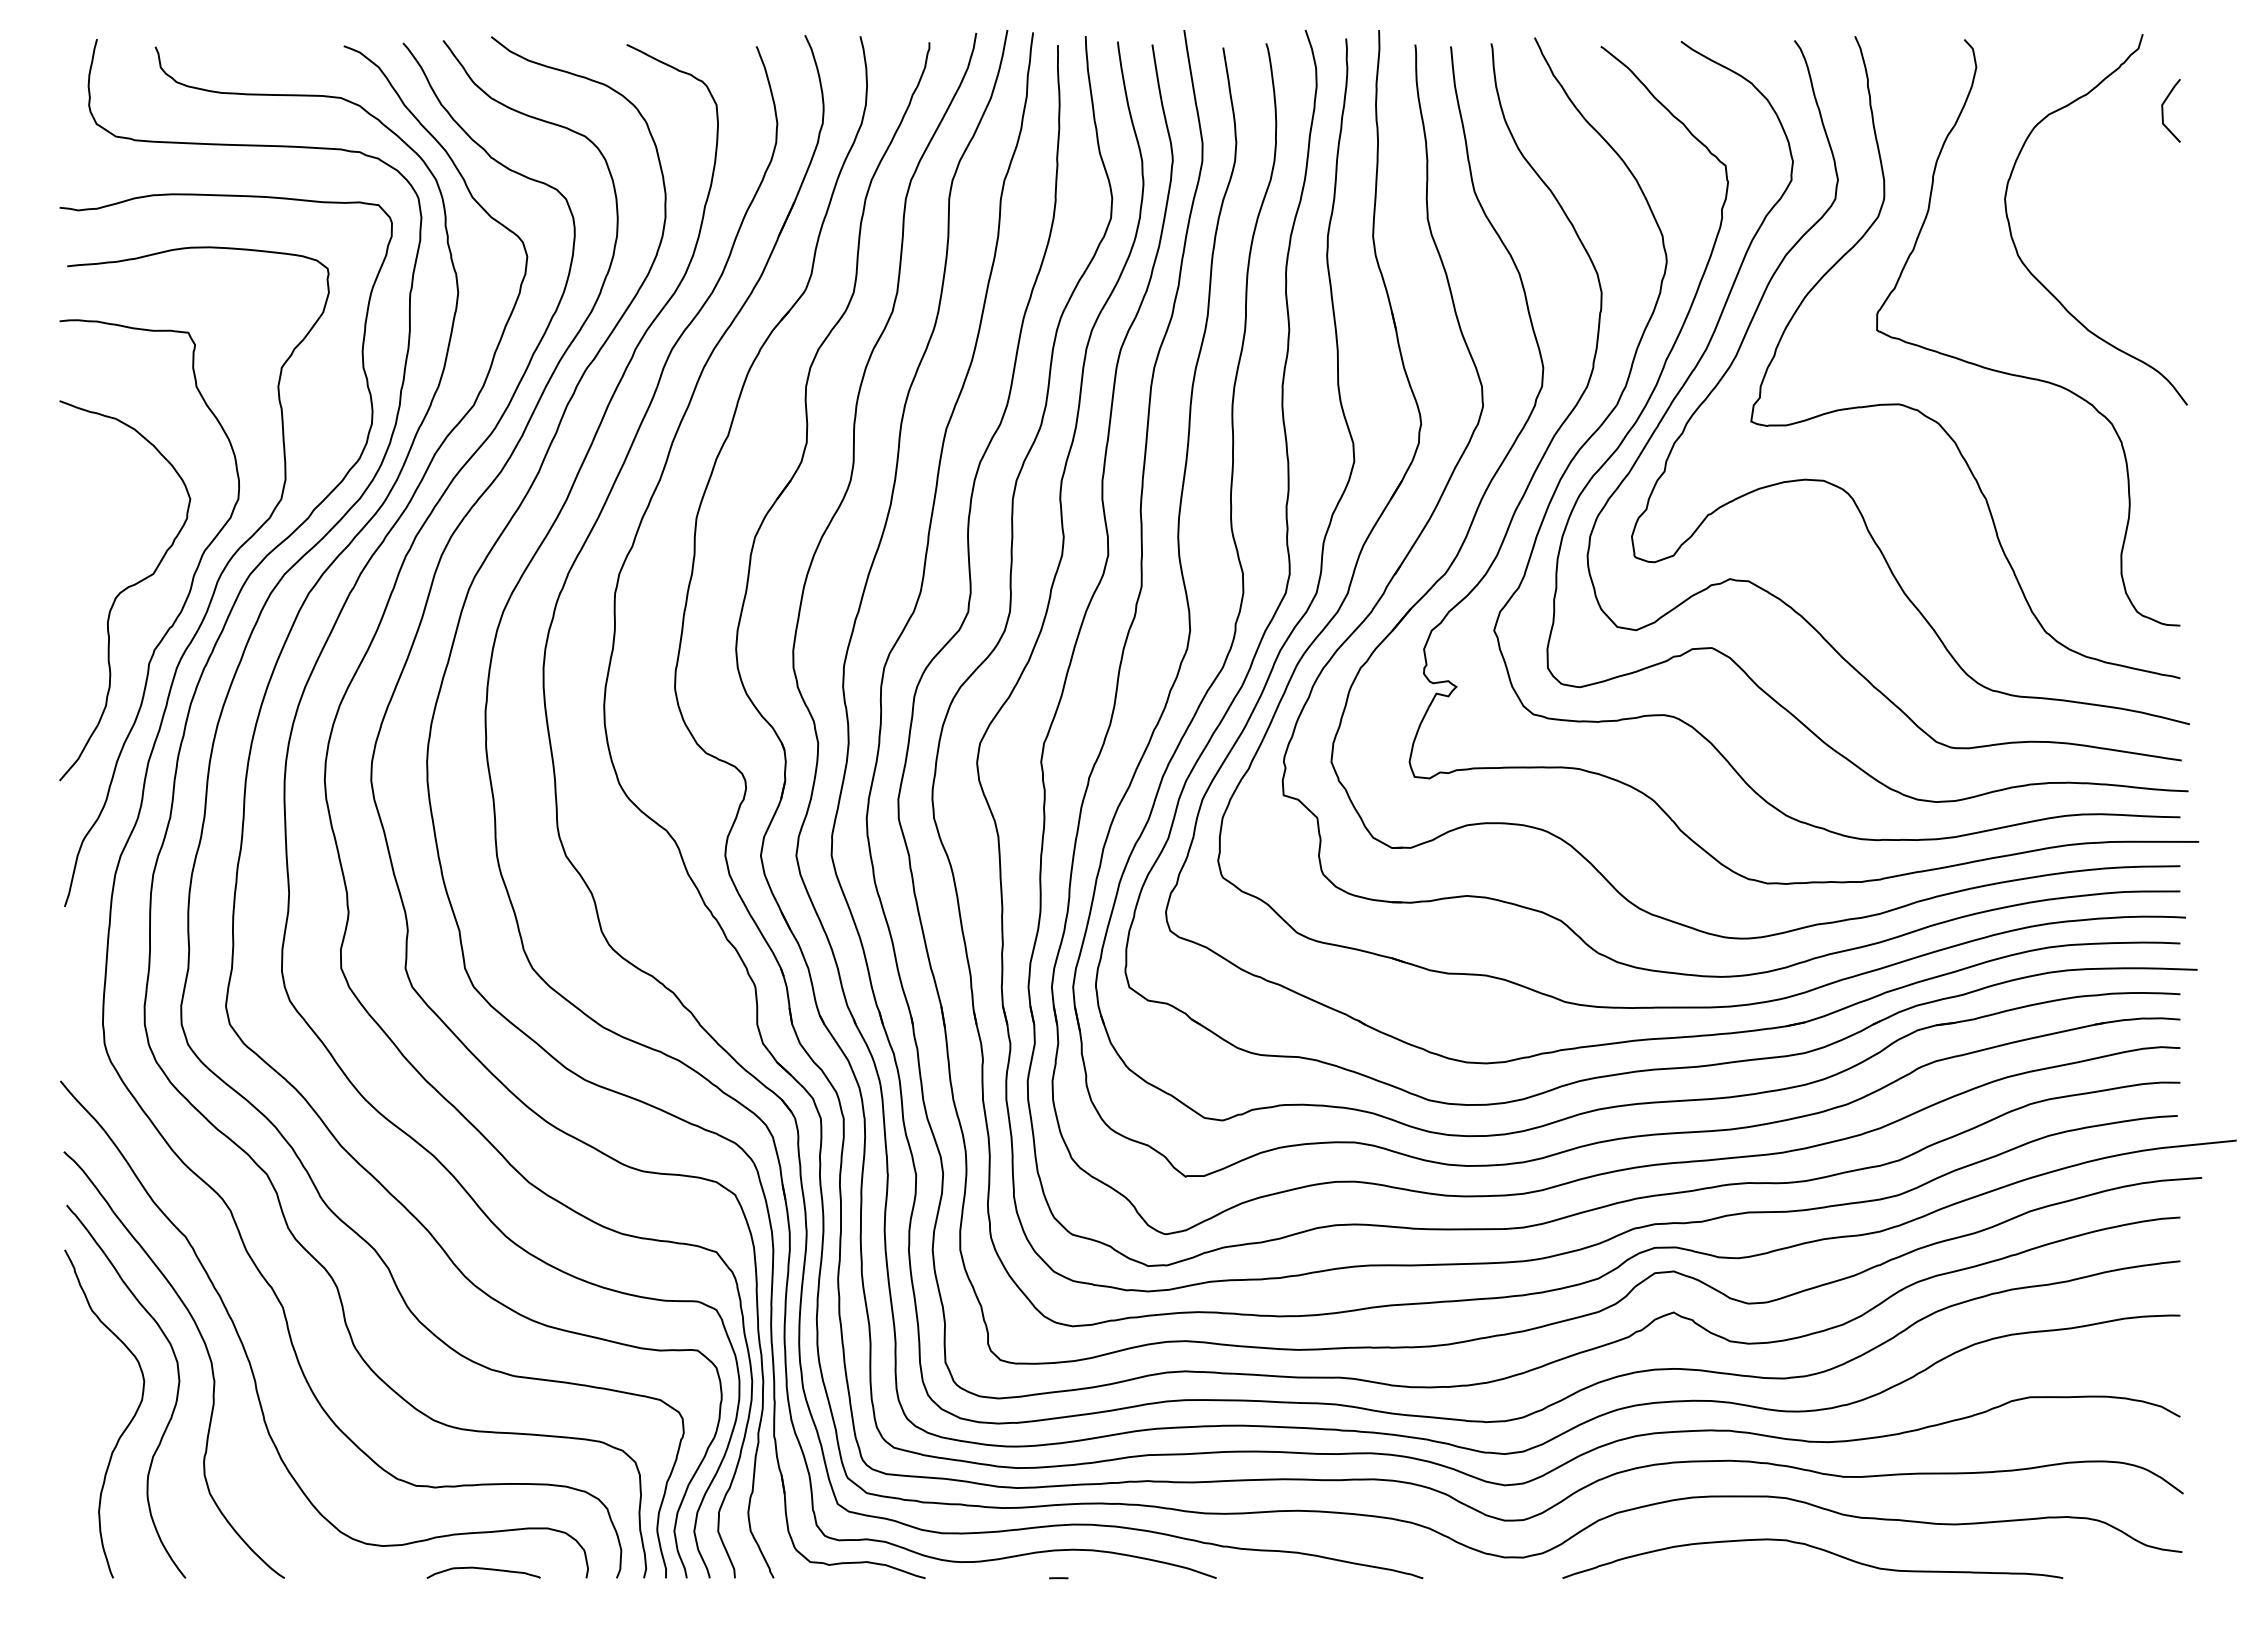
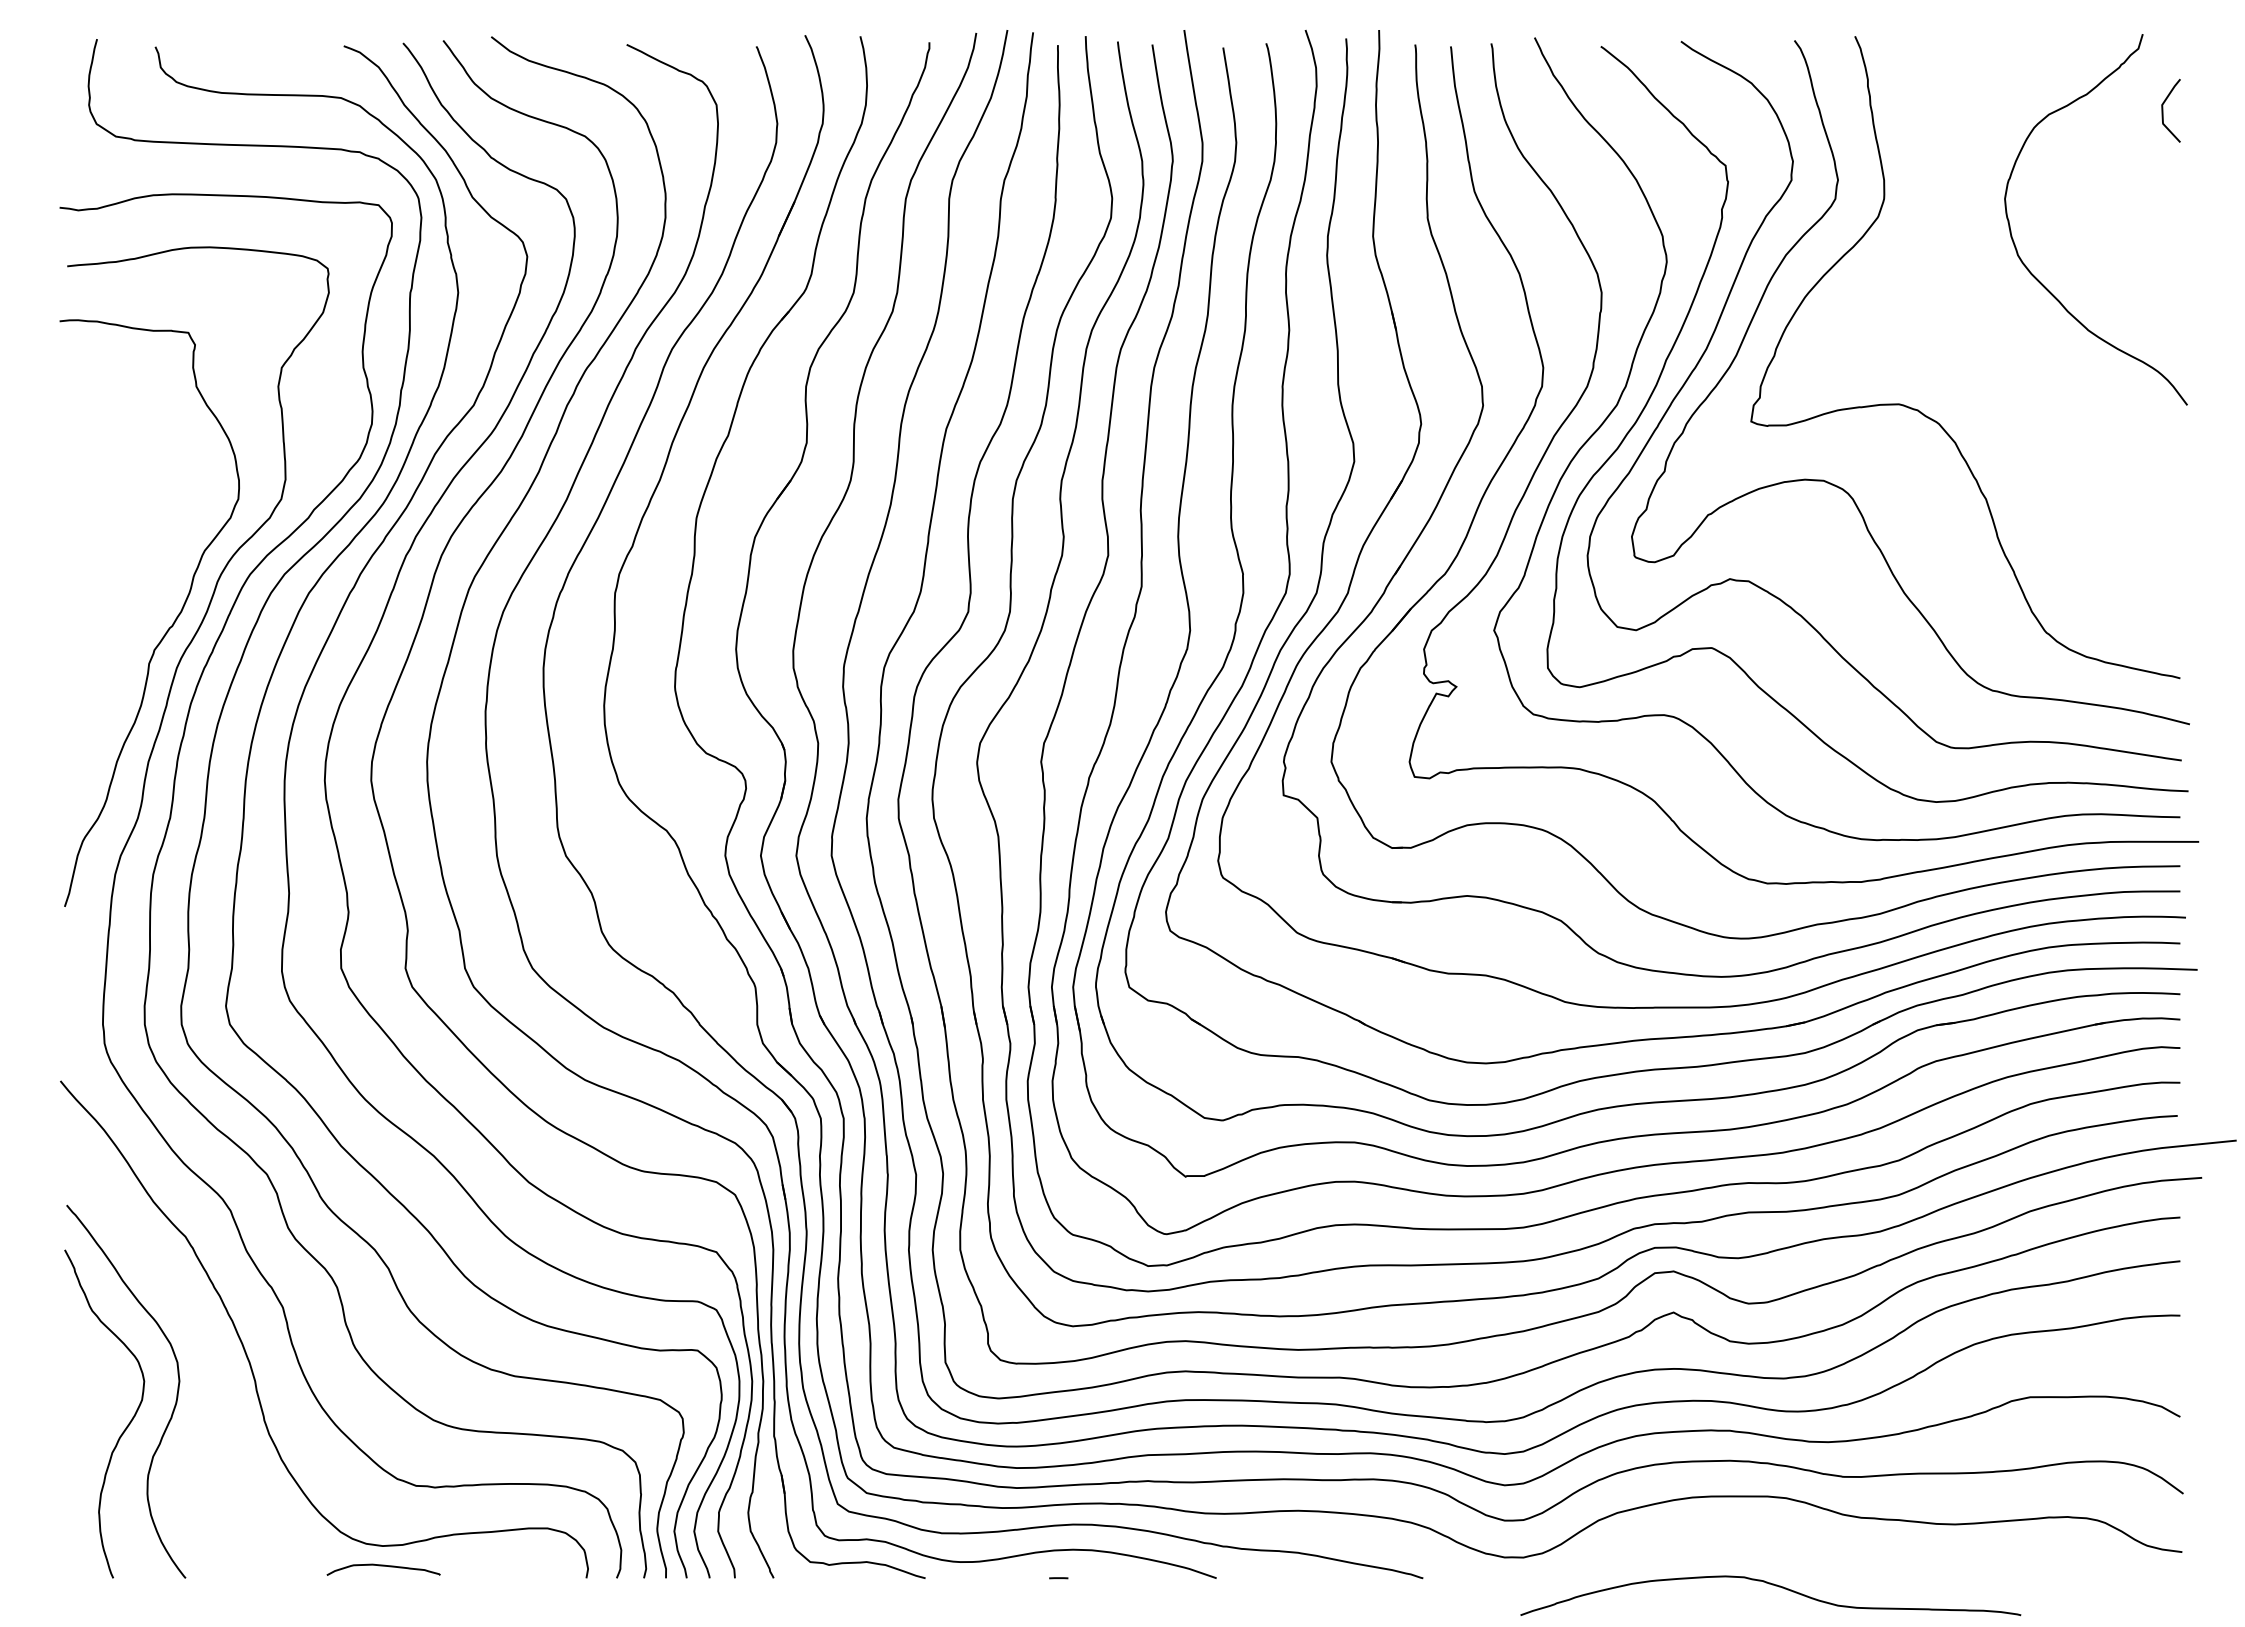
curve at (2017, 374): present -> none
curve at (125, 590): present -> none
curve at (207, 1354): present -> none
curve at (1814, 1548) position: (1814, 1548) -> (1772, 1585)
curve at (483, 1569) position: (483, 1569) -> (383, 1566)
